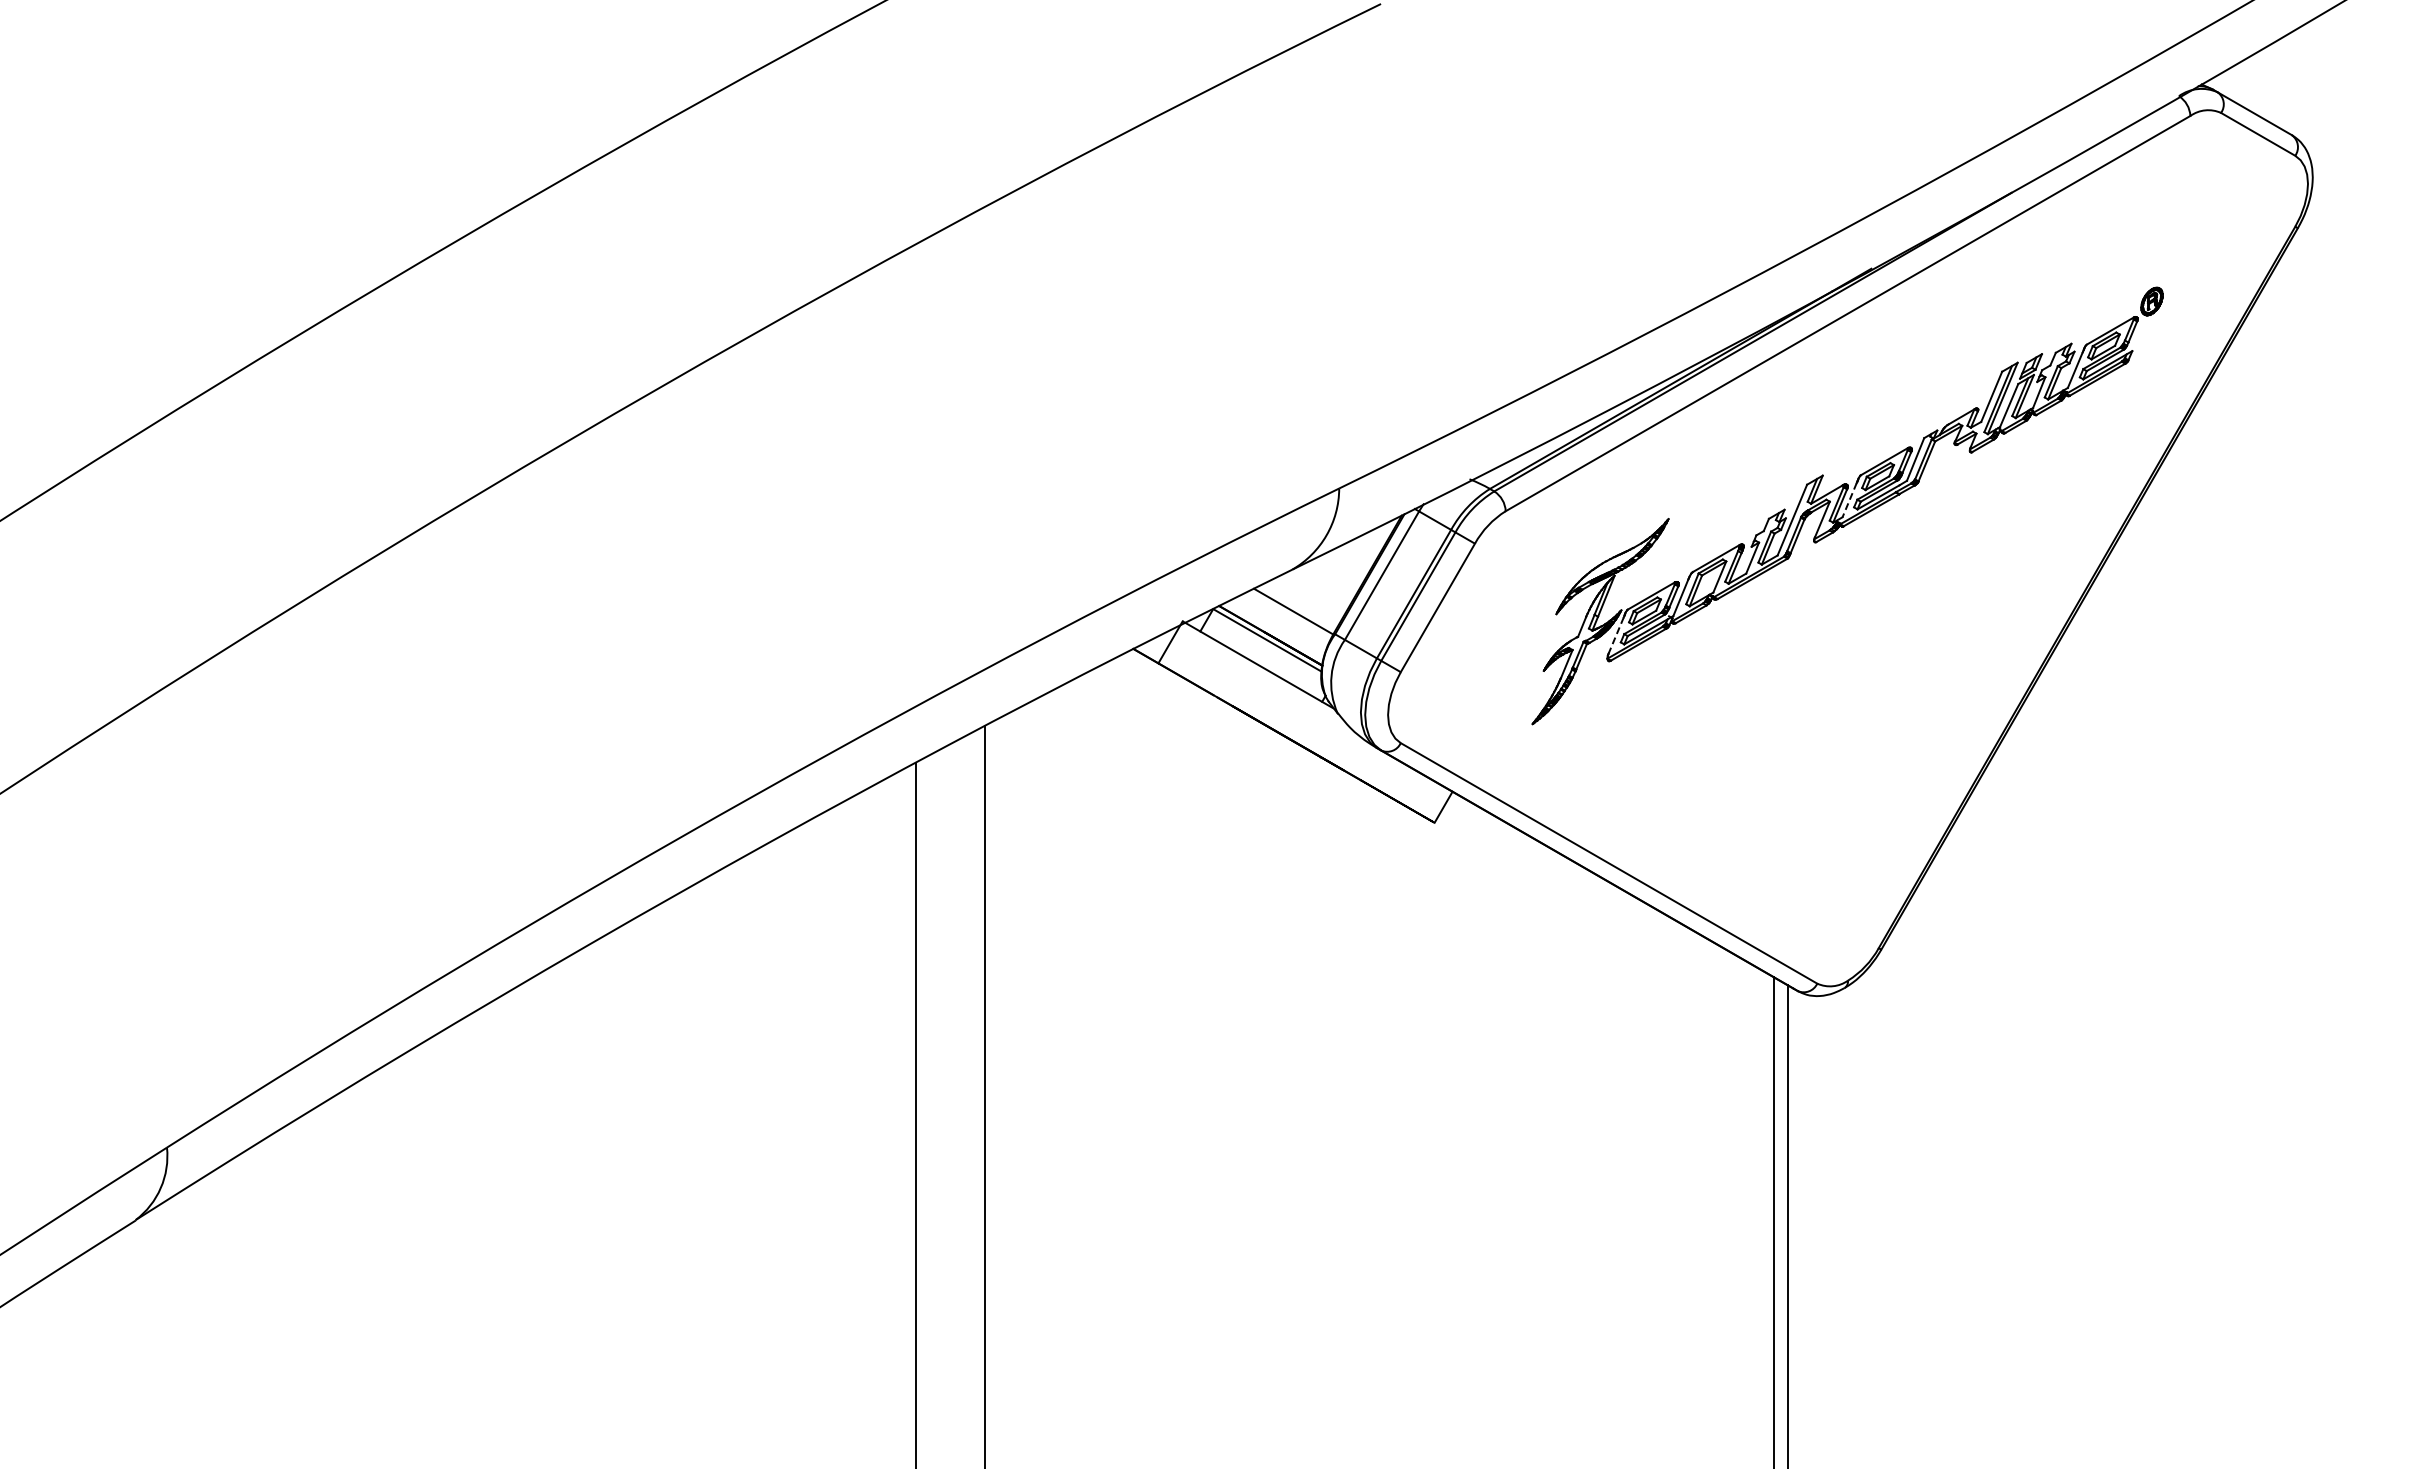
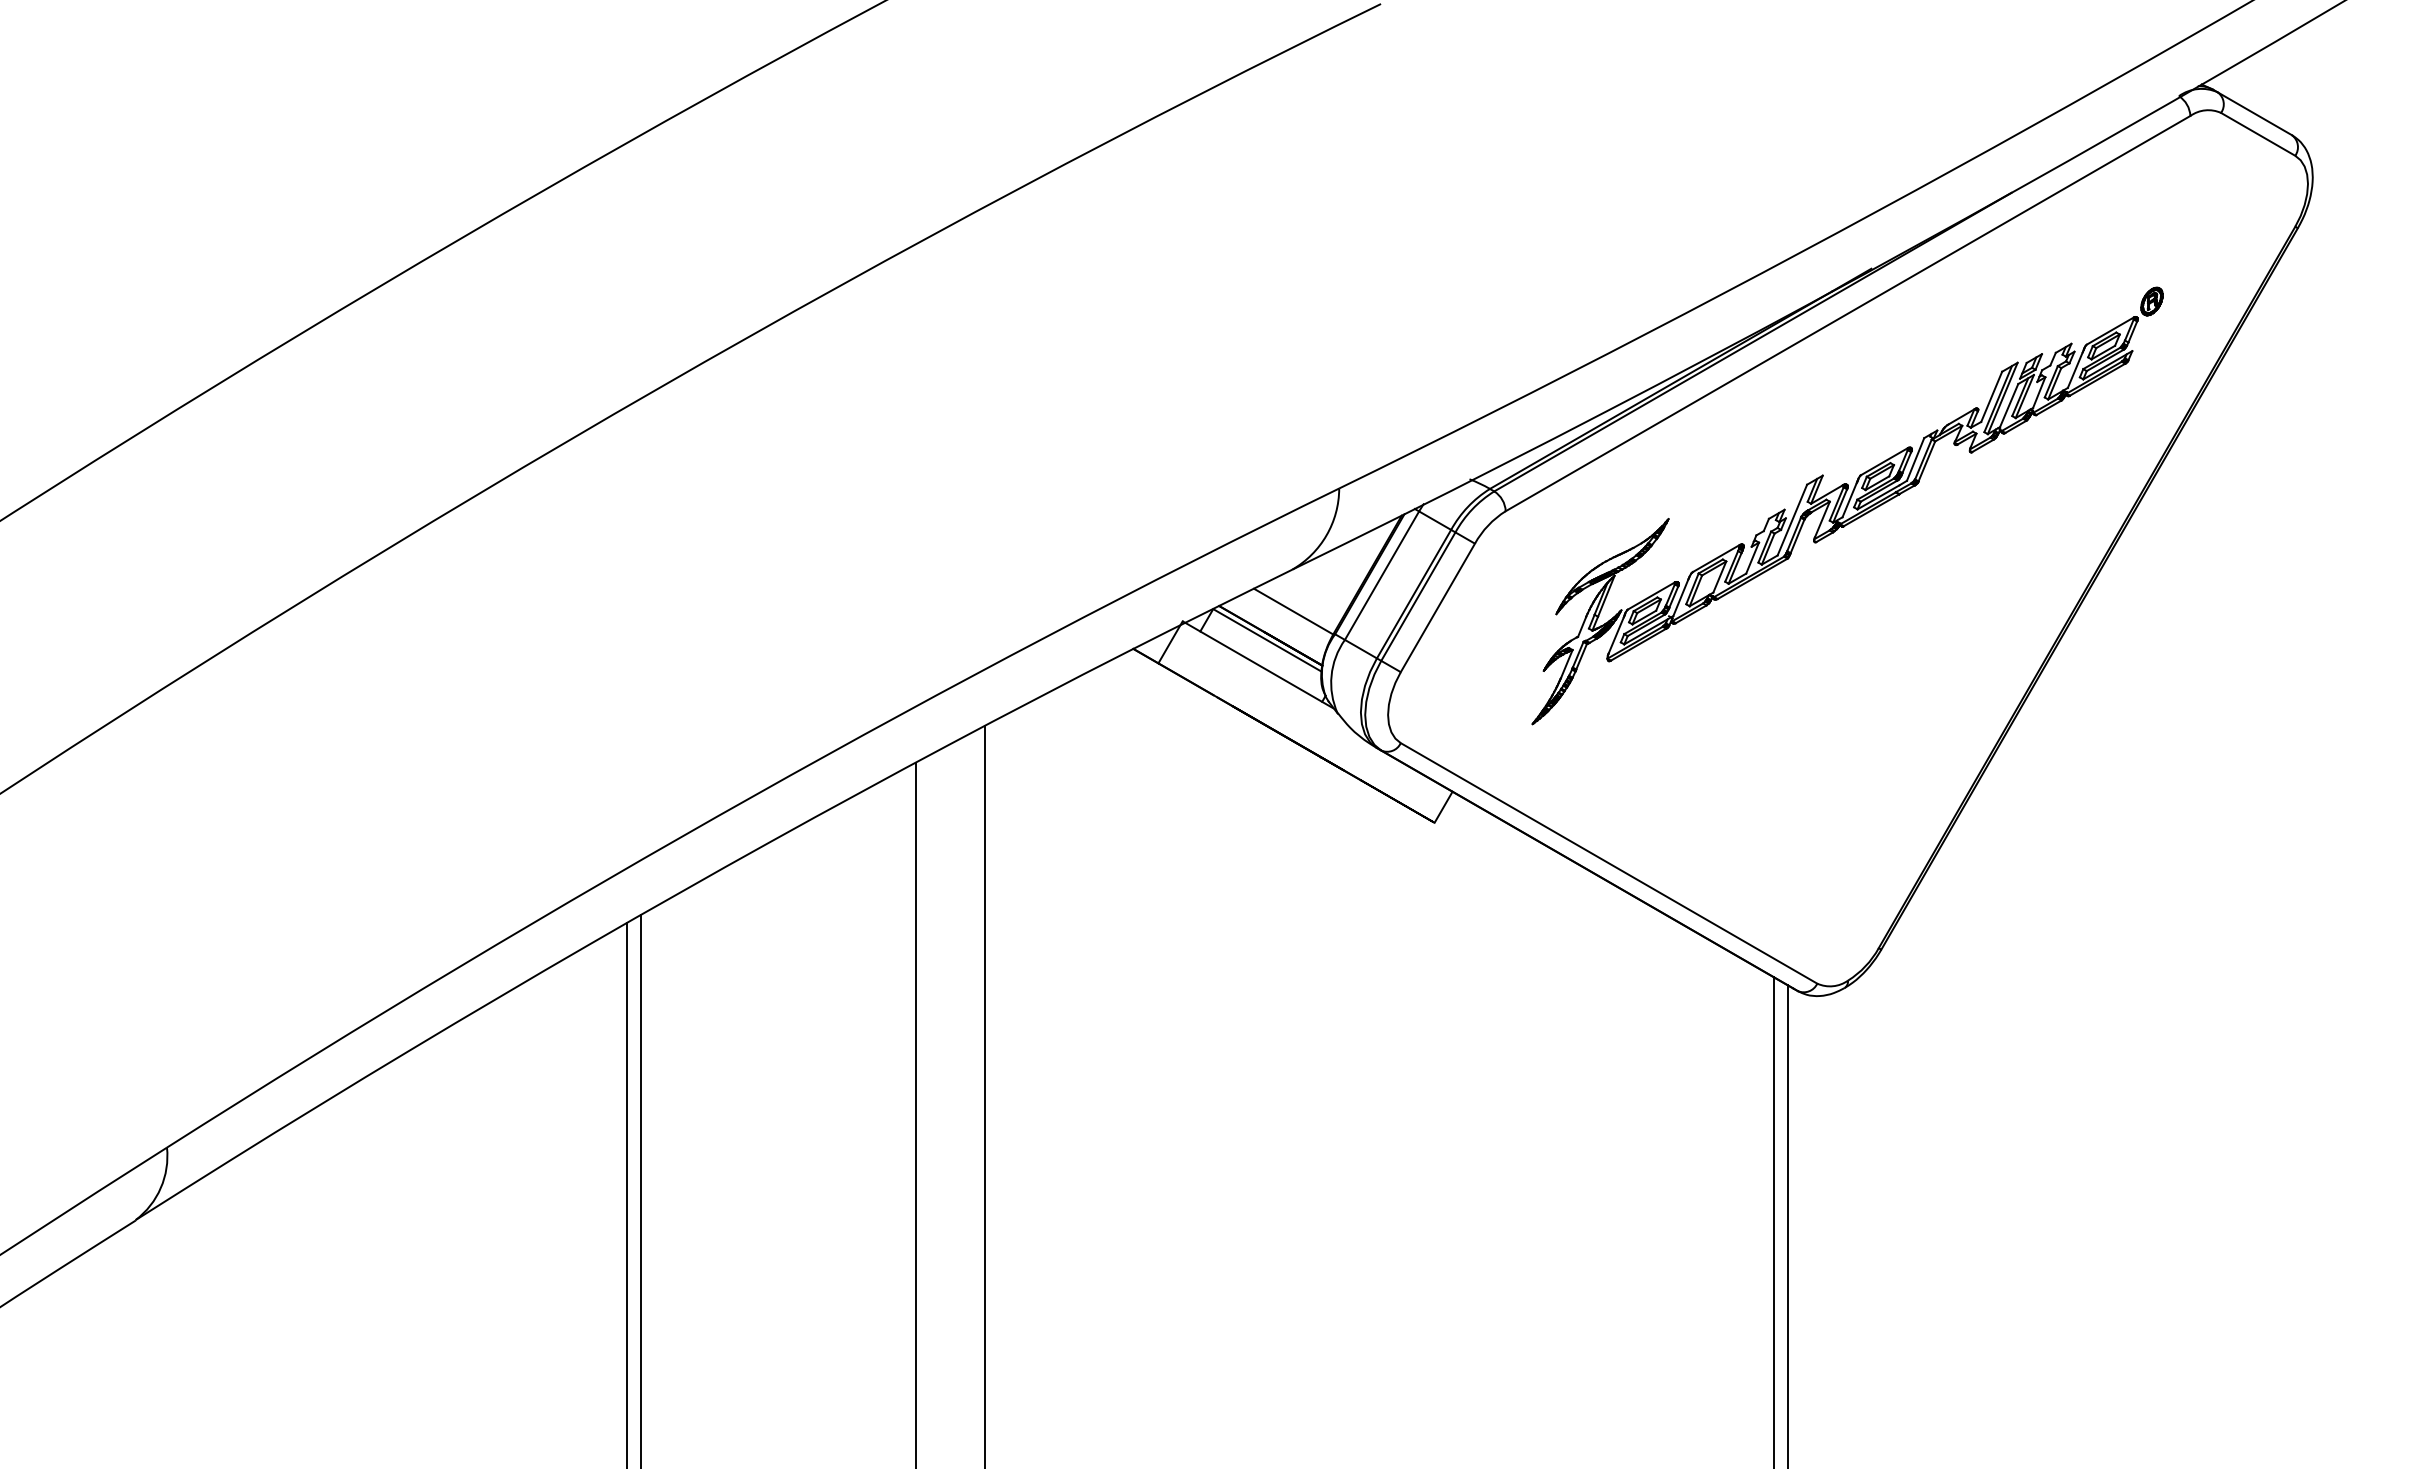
line at (1849, 500): dashed -> solid
line at (1616, 635): dashed -> solid
line at (641, 1190): none -> present
line at (627, 1194): none -> present
